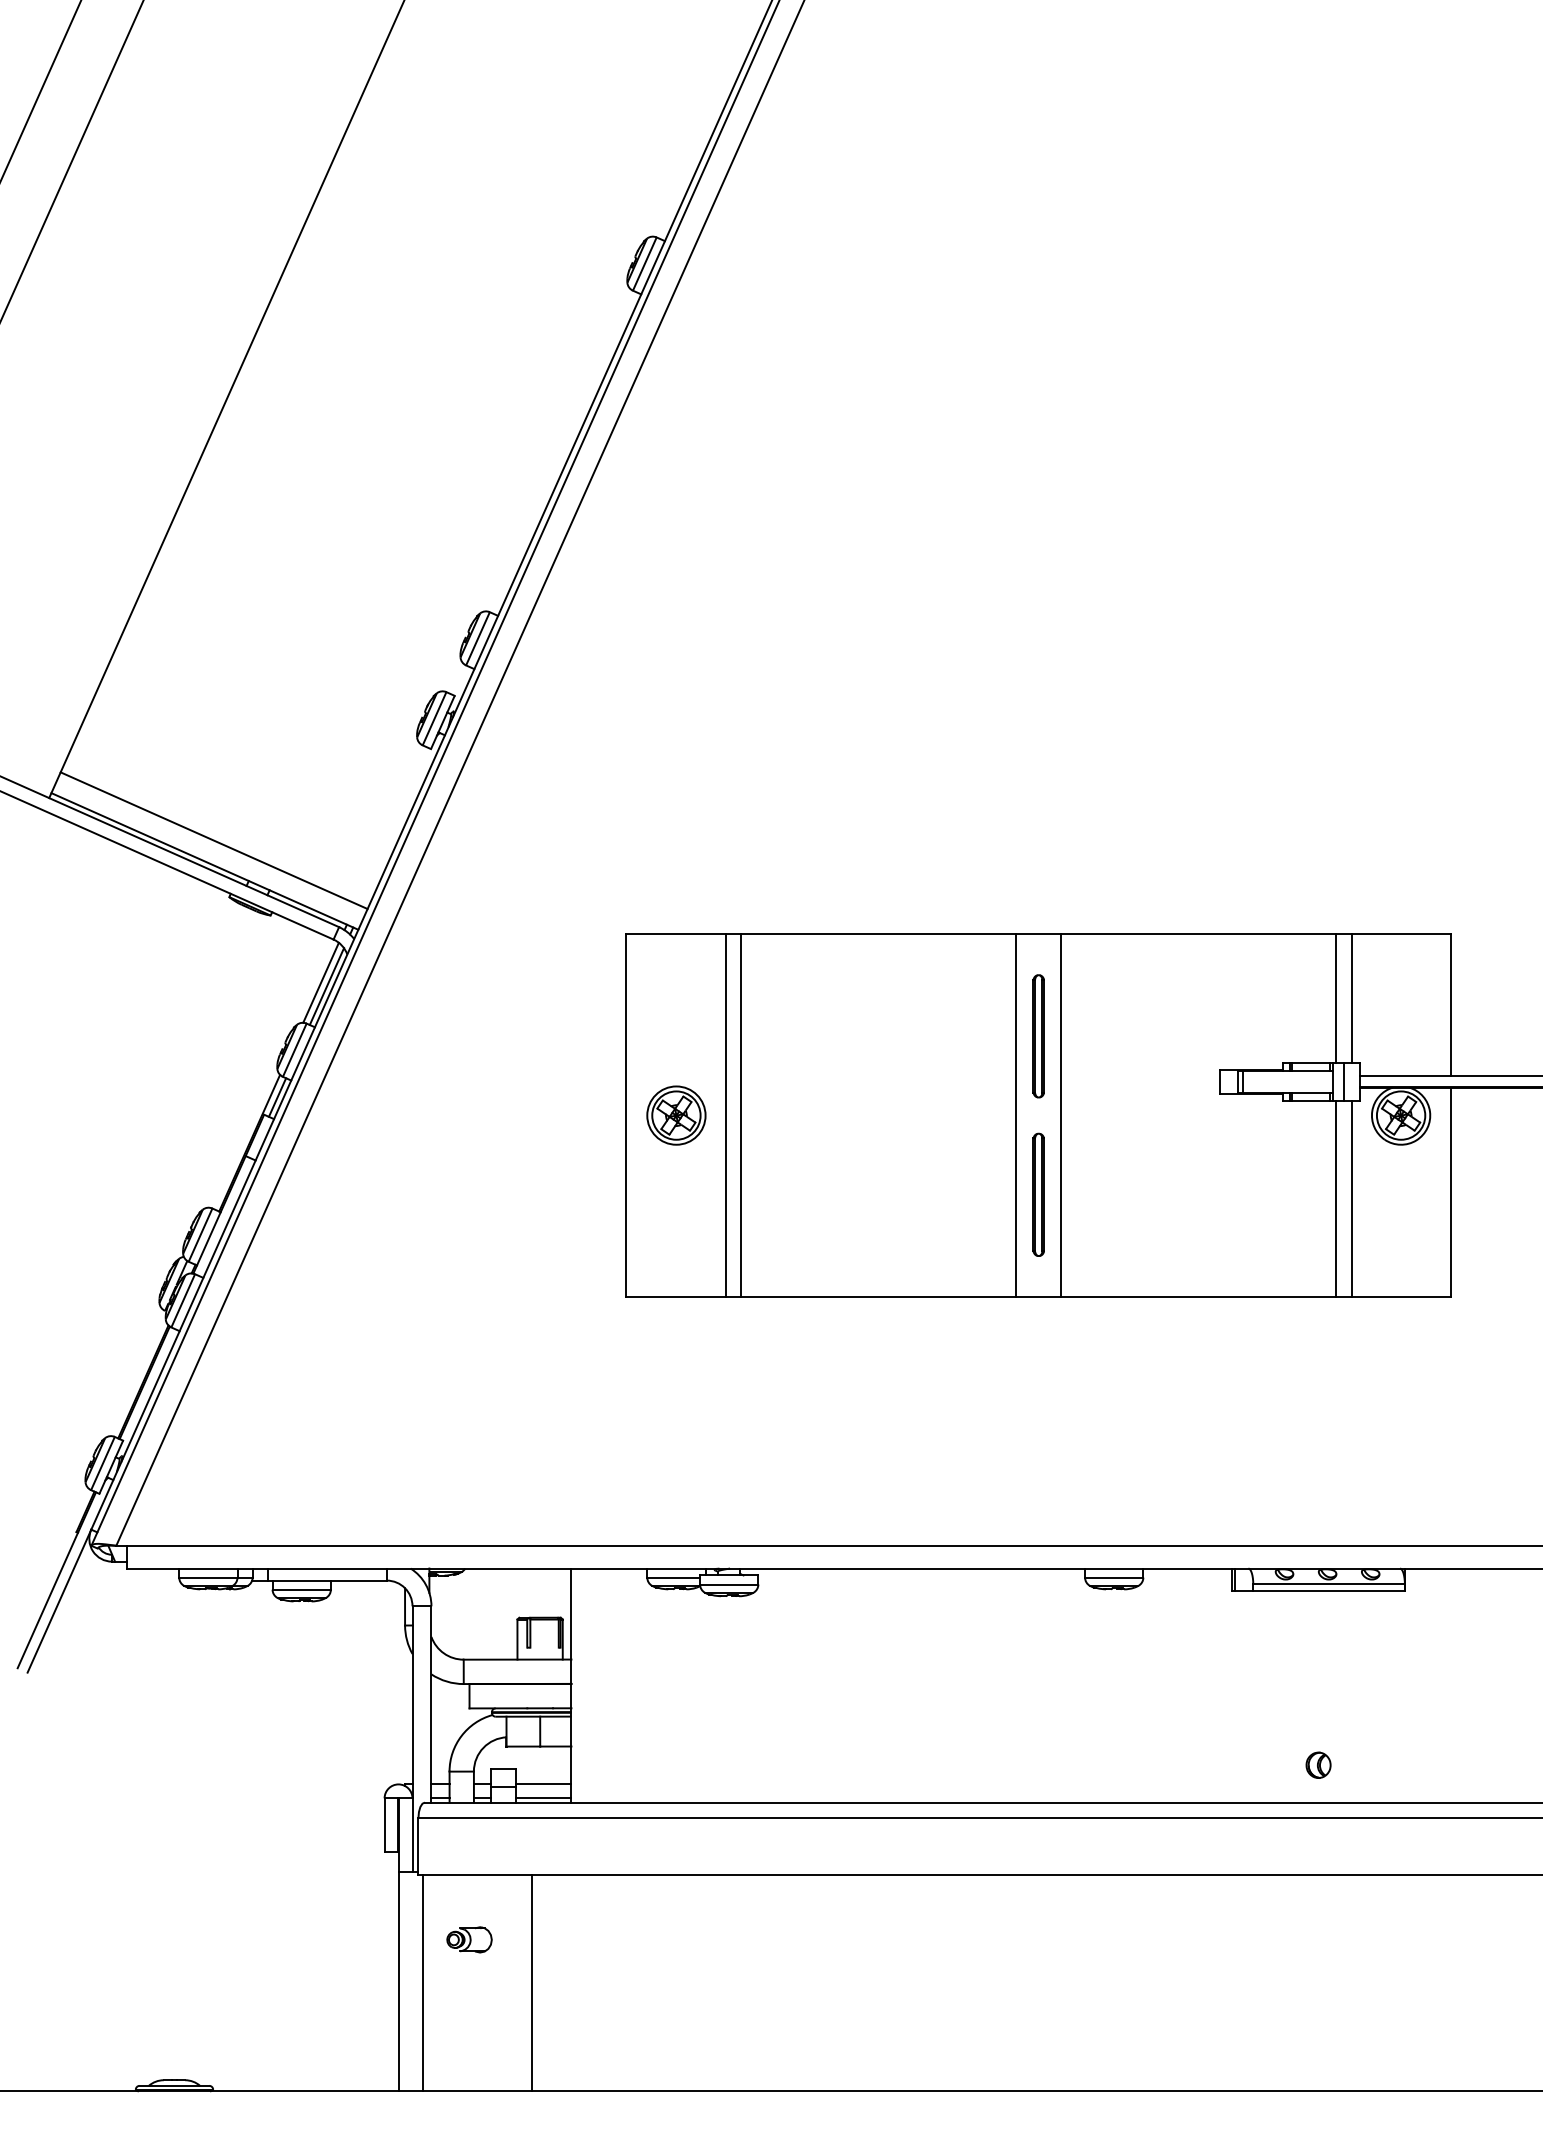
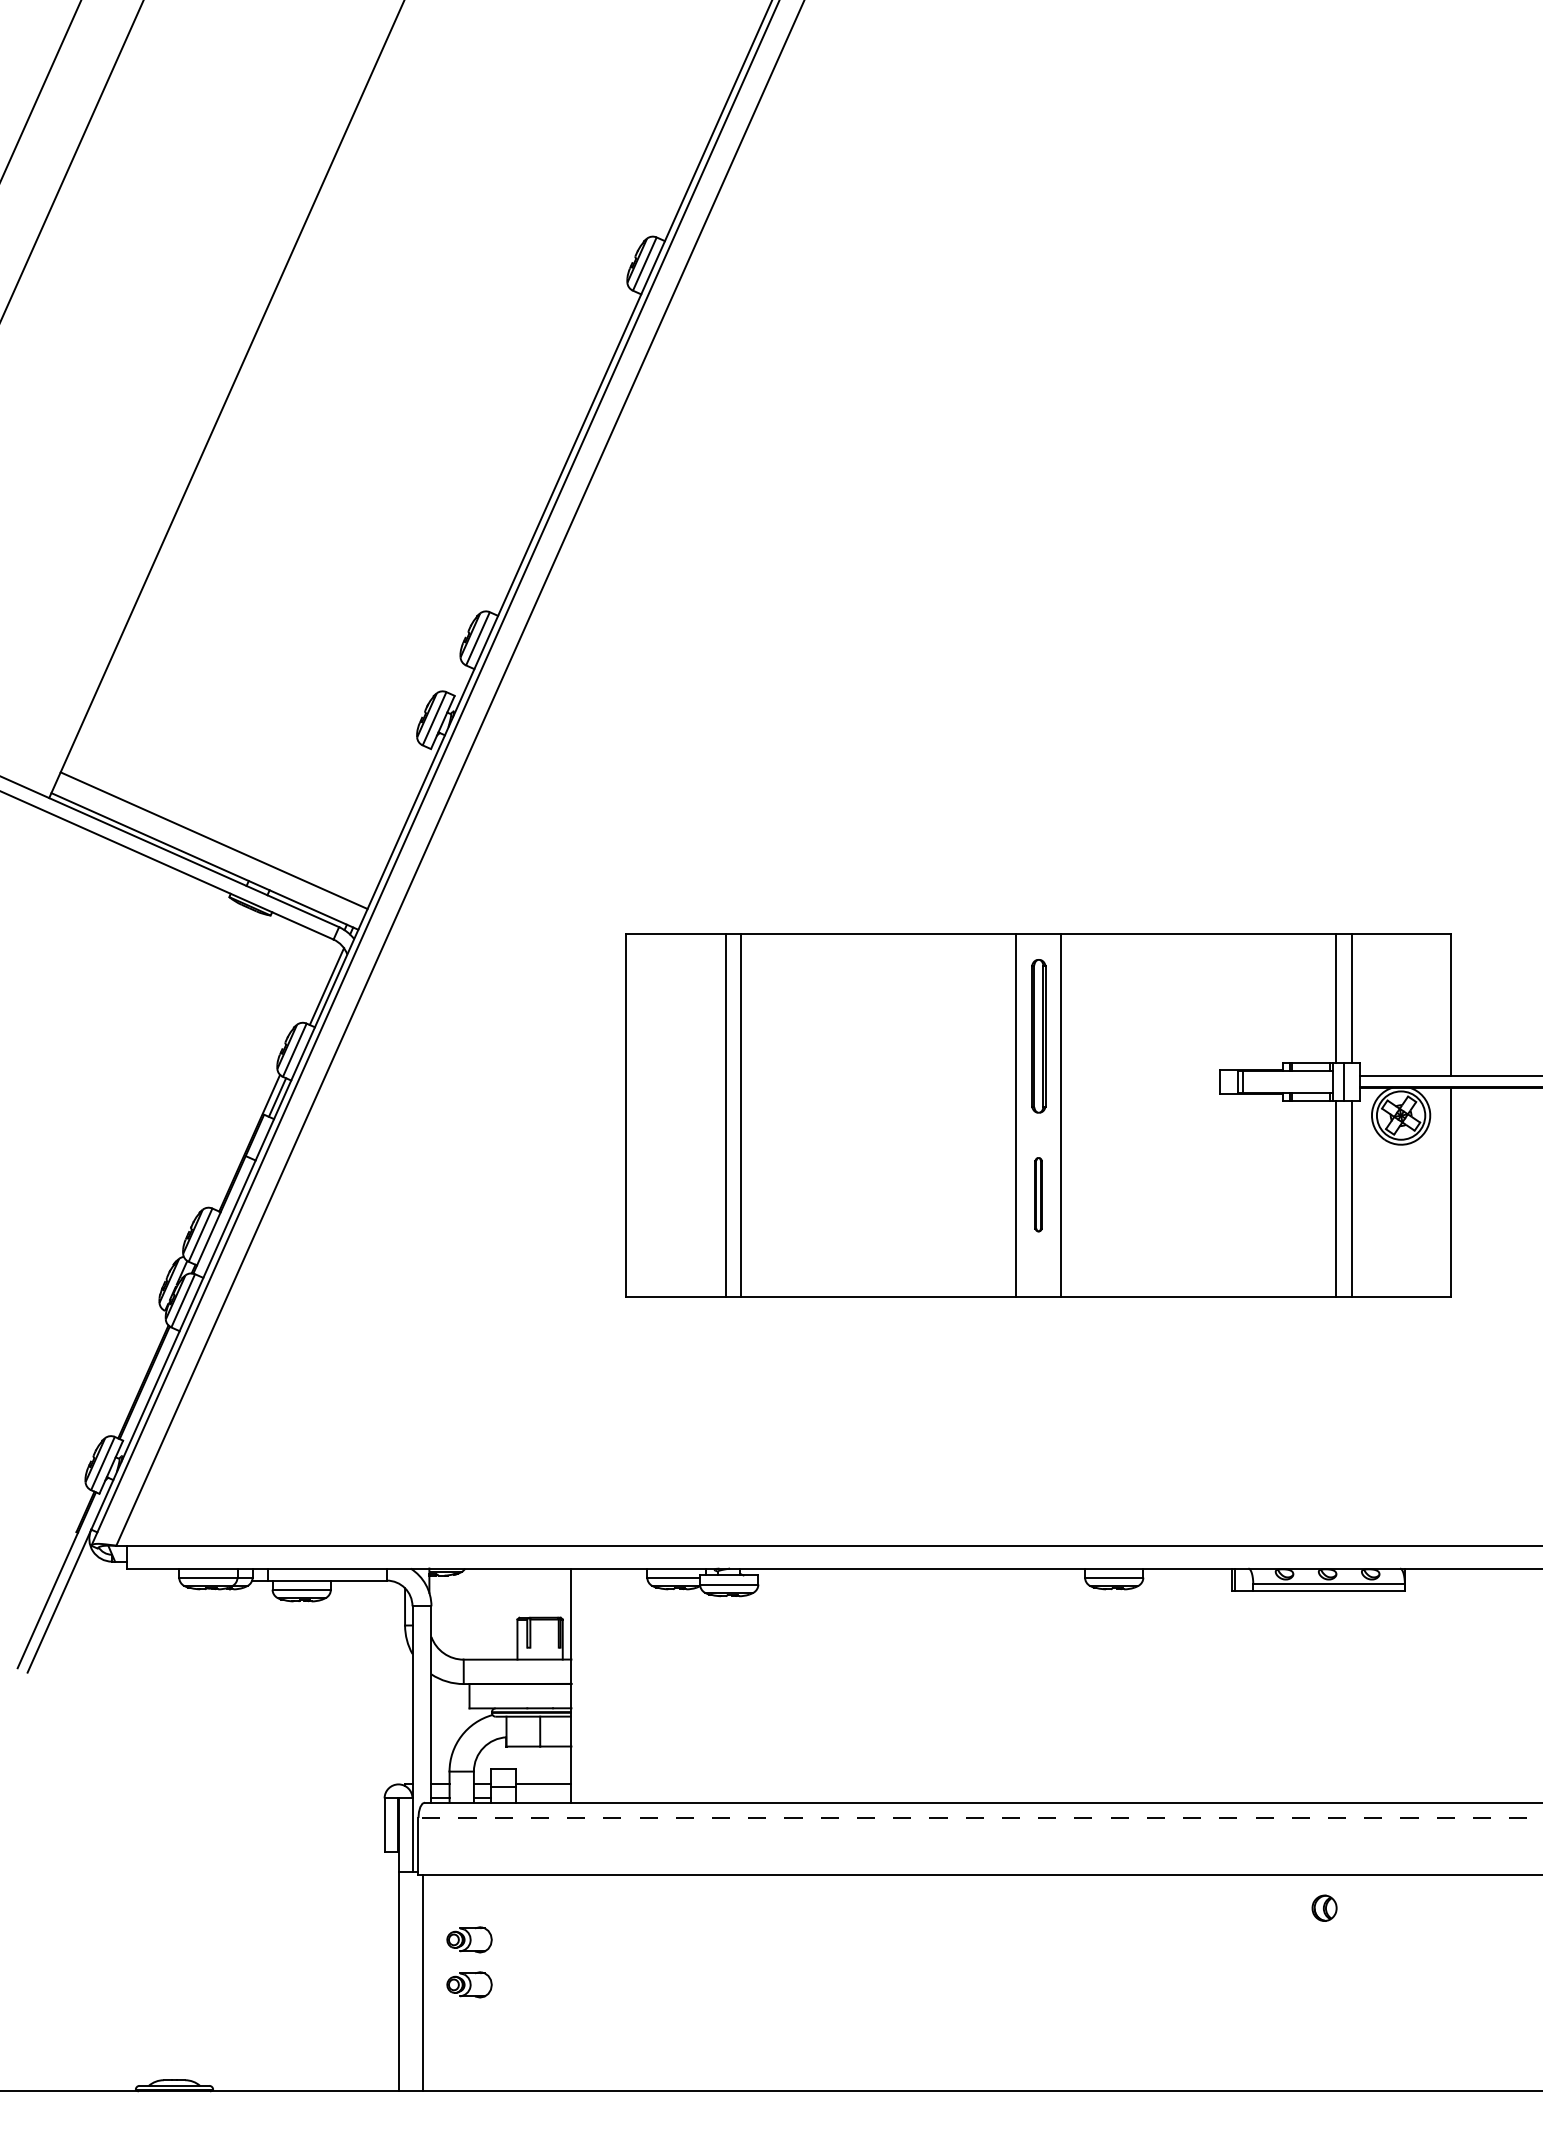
line at (320, 982): present -> none
part at (1038, 1036) size: 13x125 px -> 16x155 px
part at (676, 1115): present -> none
part at (1038, 1194) size: 13x125 px -> 9x76 px
part at (1318, 1764) position: (1318, 1764) -> (1324, 1907)
line at (543, 1798): present -> none
line at (980, 1817): solid -> dashed
line at (532, 1983): present -> none
part at (469, 1984): none -> present
